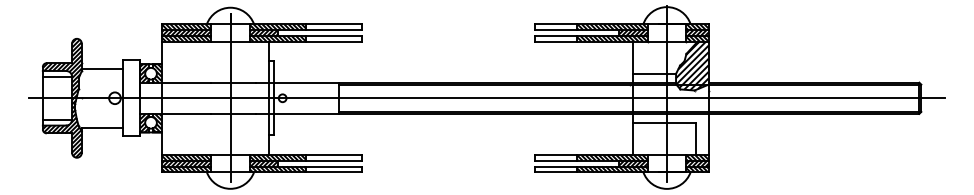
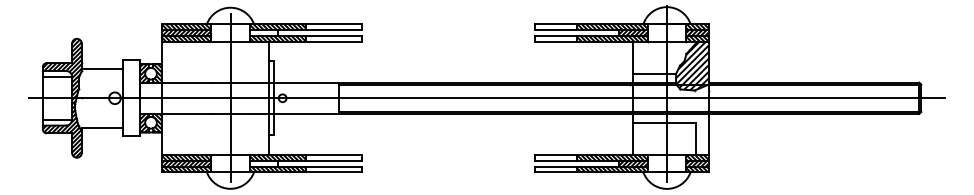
hatch at (263, 32): present -> none
hatch at (263, 163): present -> none
